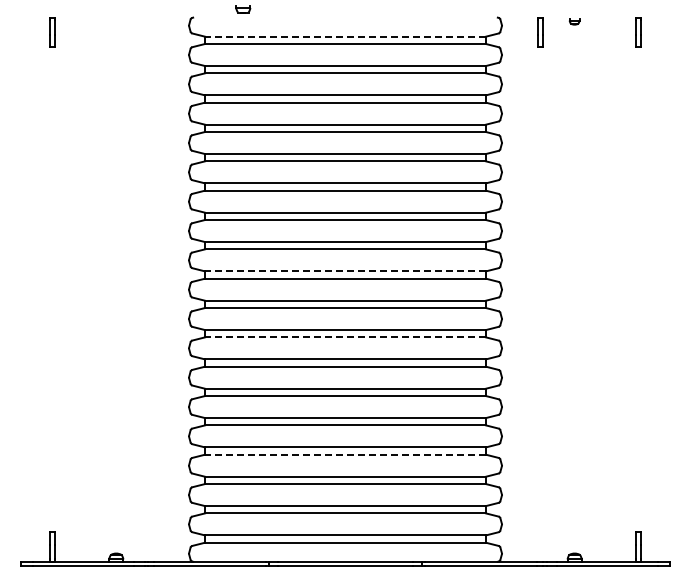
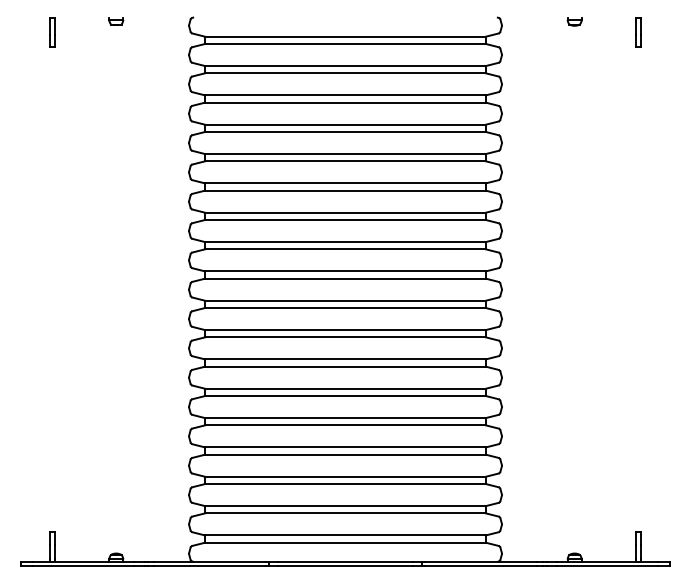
part at (243, 9) position: (243, 9) -> (116, 21)
part at (574, 21) size: 13x8 px -> 17x10 px
part at (540, 32): present -> none
line at (345, 36): dashed -> solid
line at (345, 271): dashed -> solid
line at (345, 337): dashed -> solid
line at (345, 454): dashed -> solid
